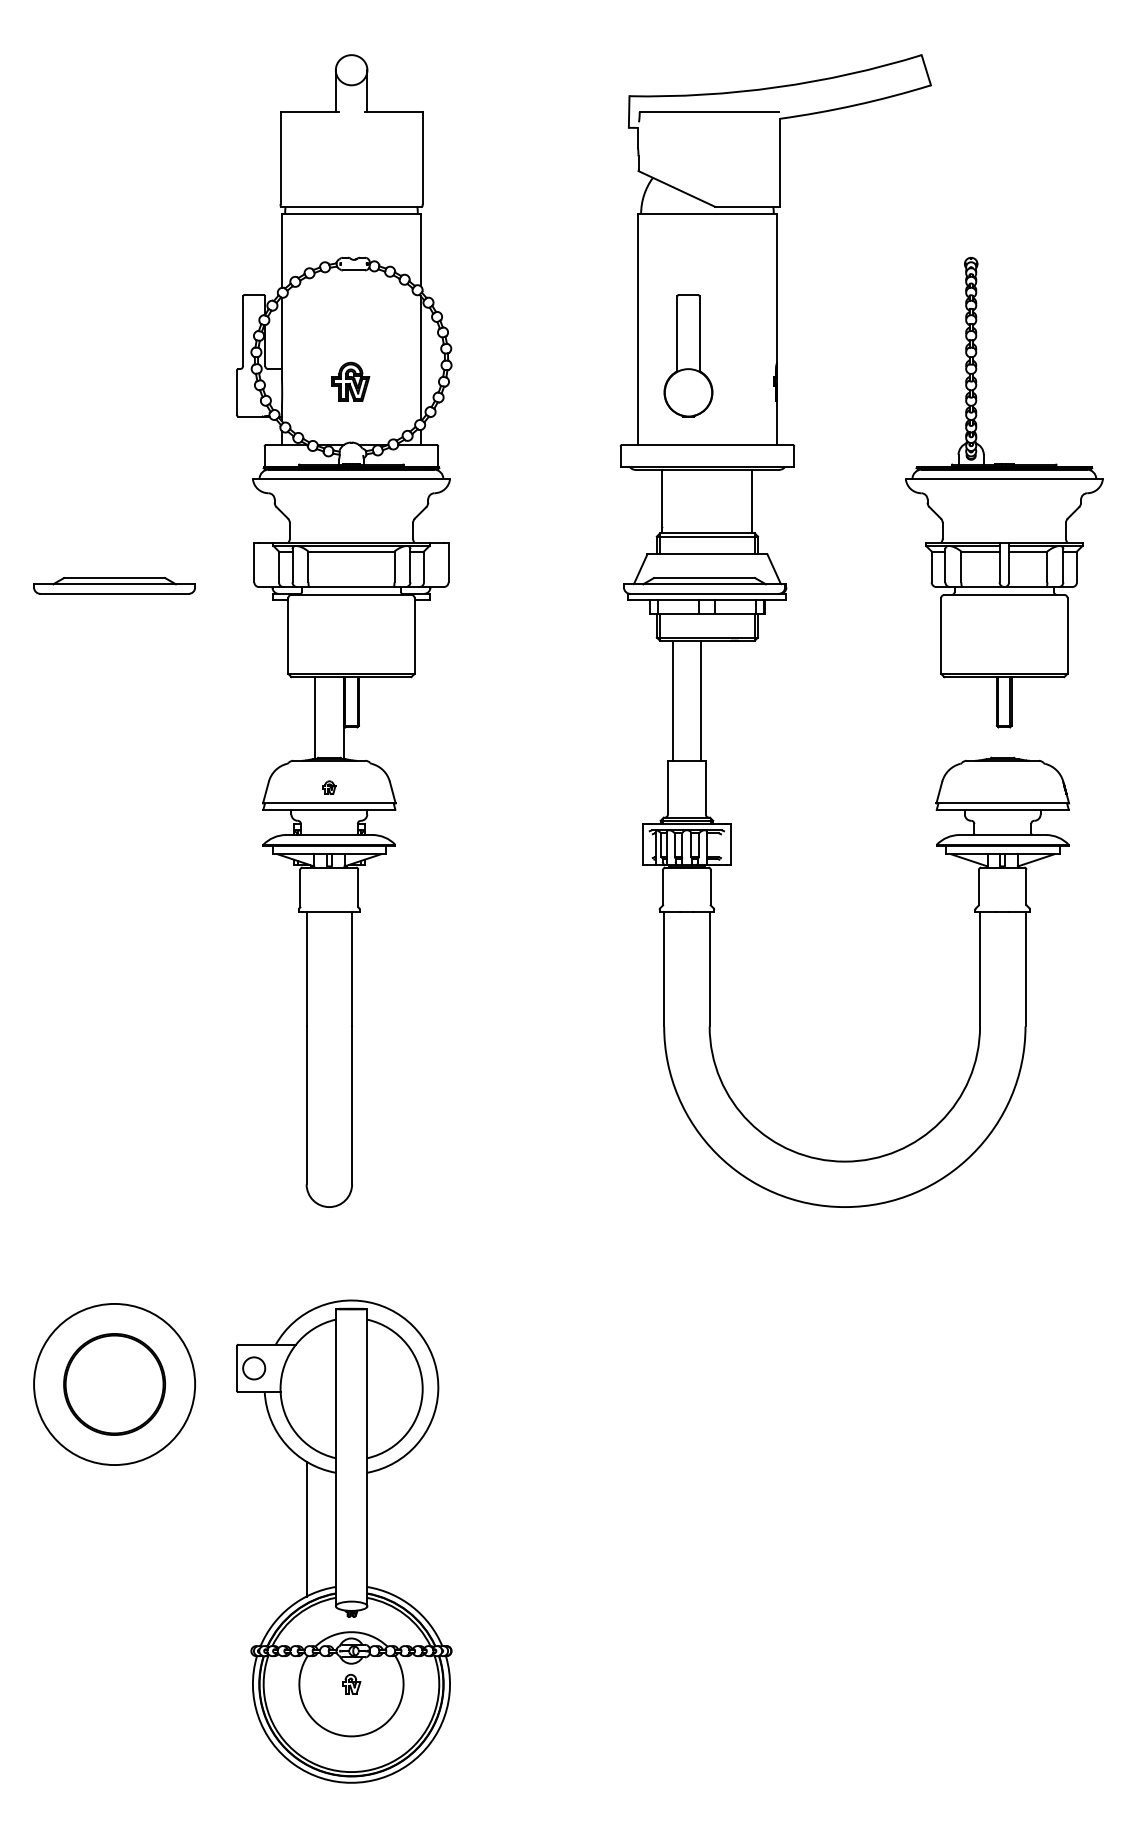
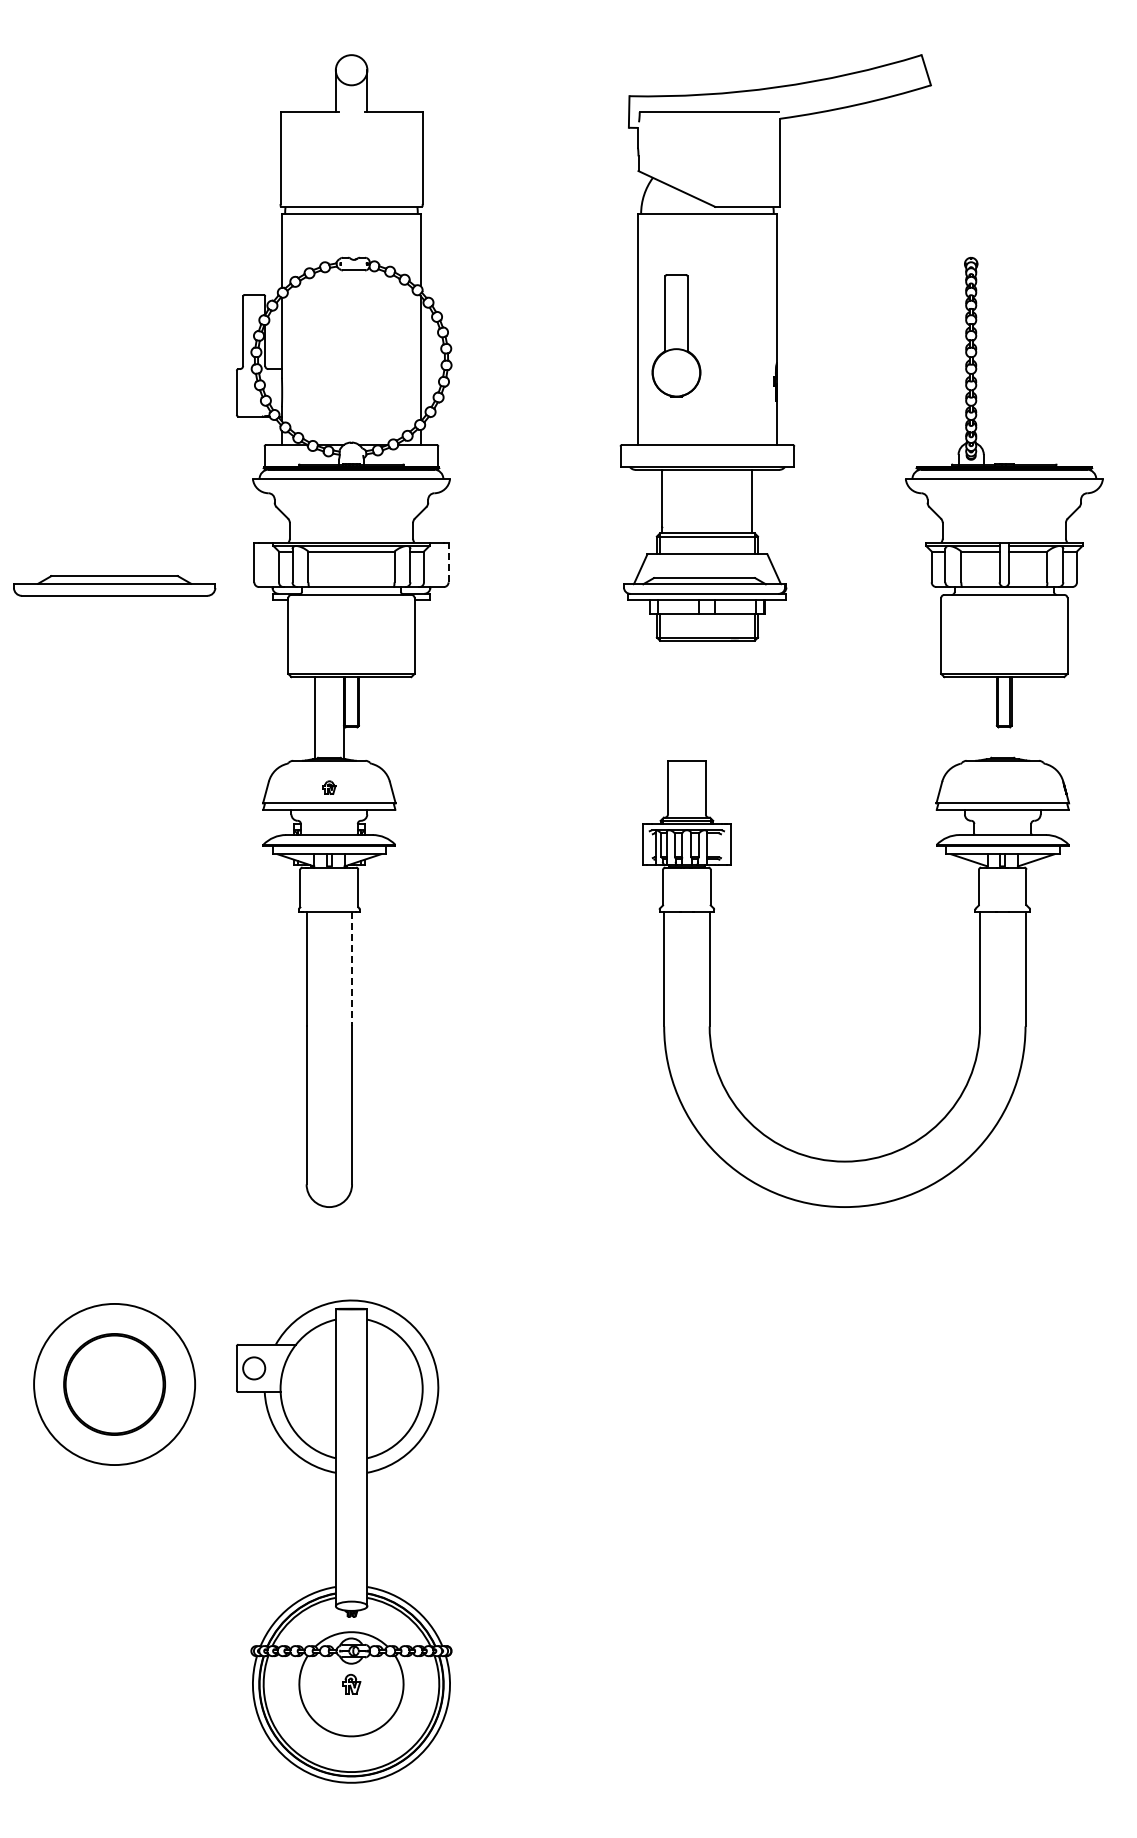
part at (688, 355) position: (688, 355) -> (676, 335)
part at (350, 381): present -> none
line at (448, 562): solid -> dashed
part at (114, 585) size: 163x18 px -> 204x22 px
line at (672, 700): present -> none
line at (701, 700): present -> none
line at (352, 969): solid -> dashed
line at (306, 1528): present -> none
